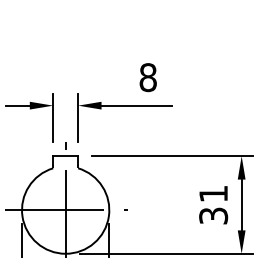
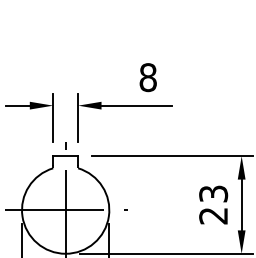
text at (213, 204): 31 -> 23
